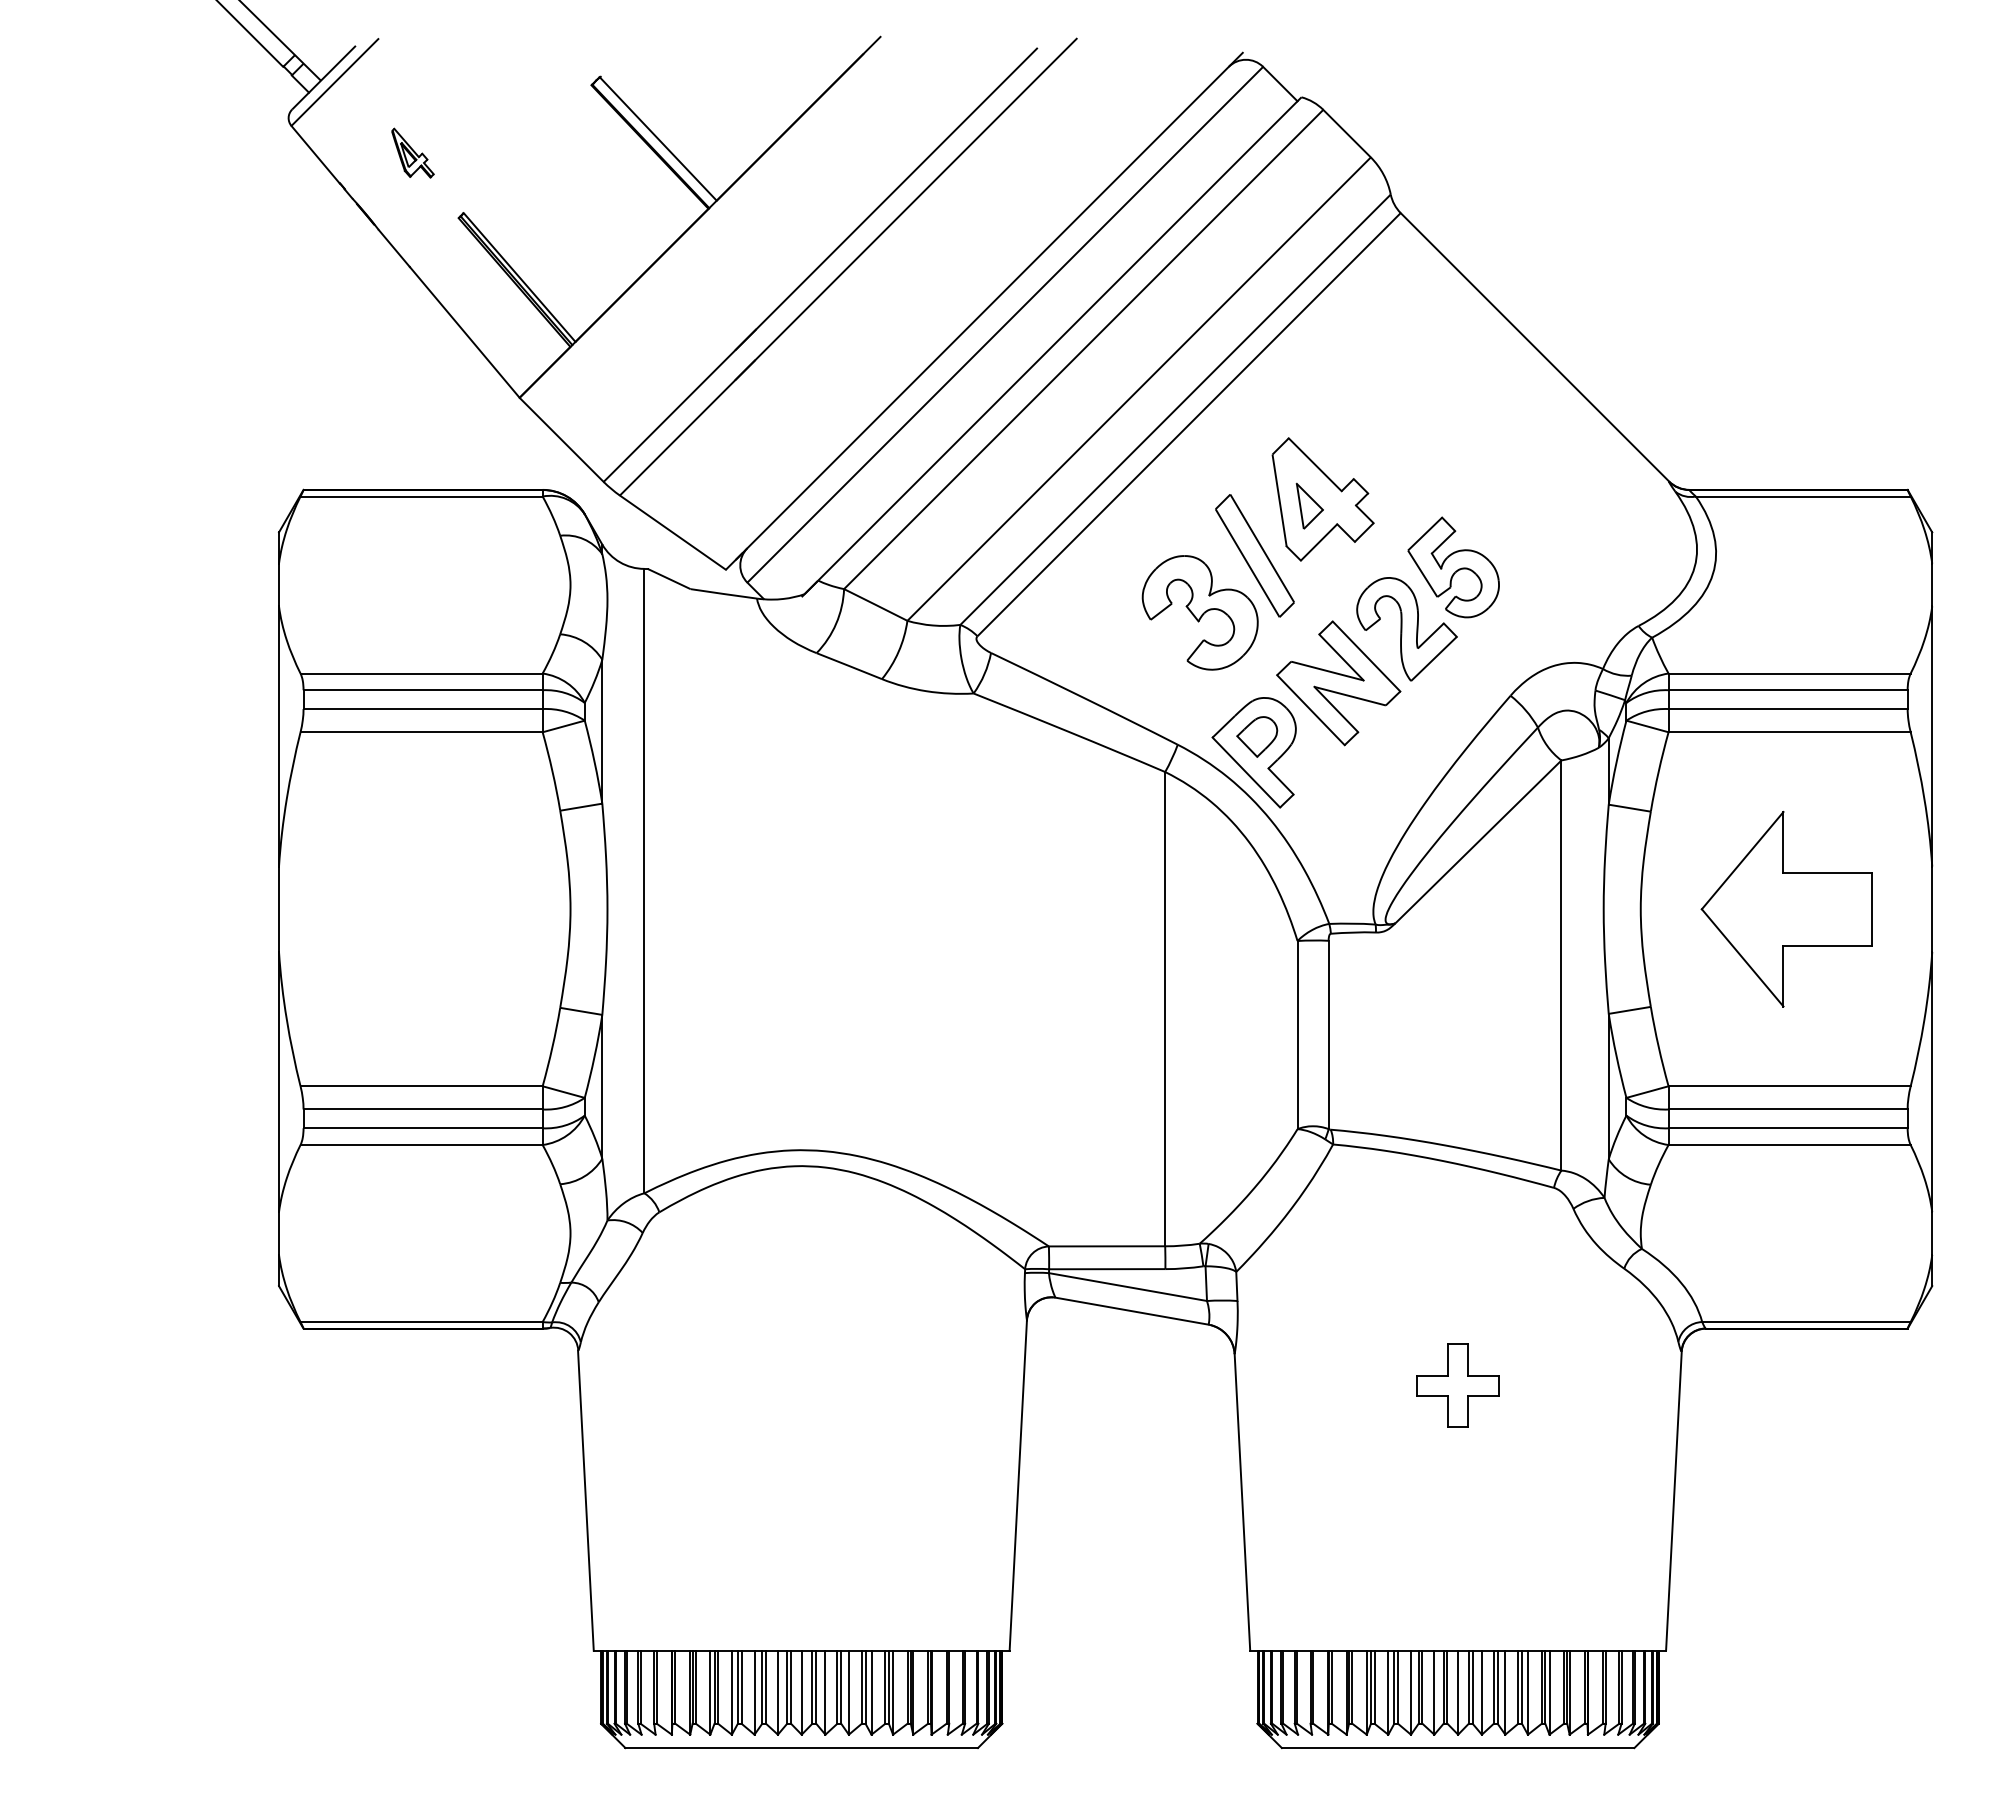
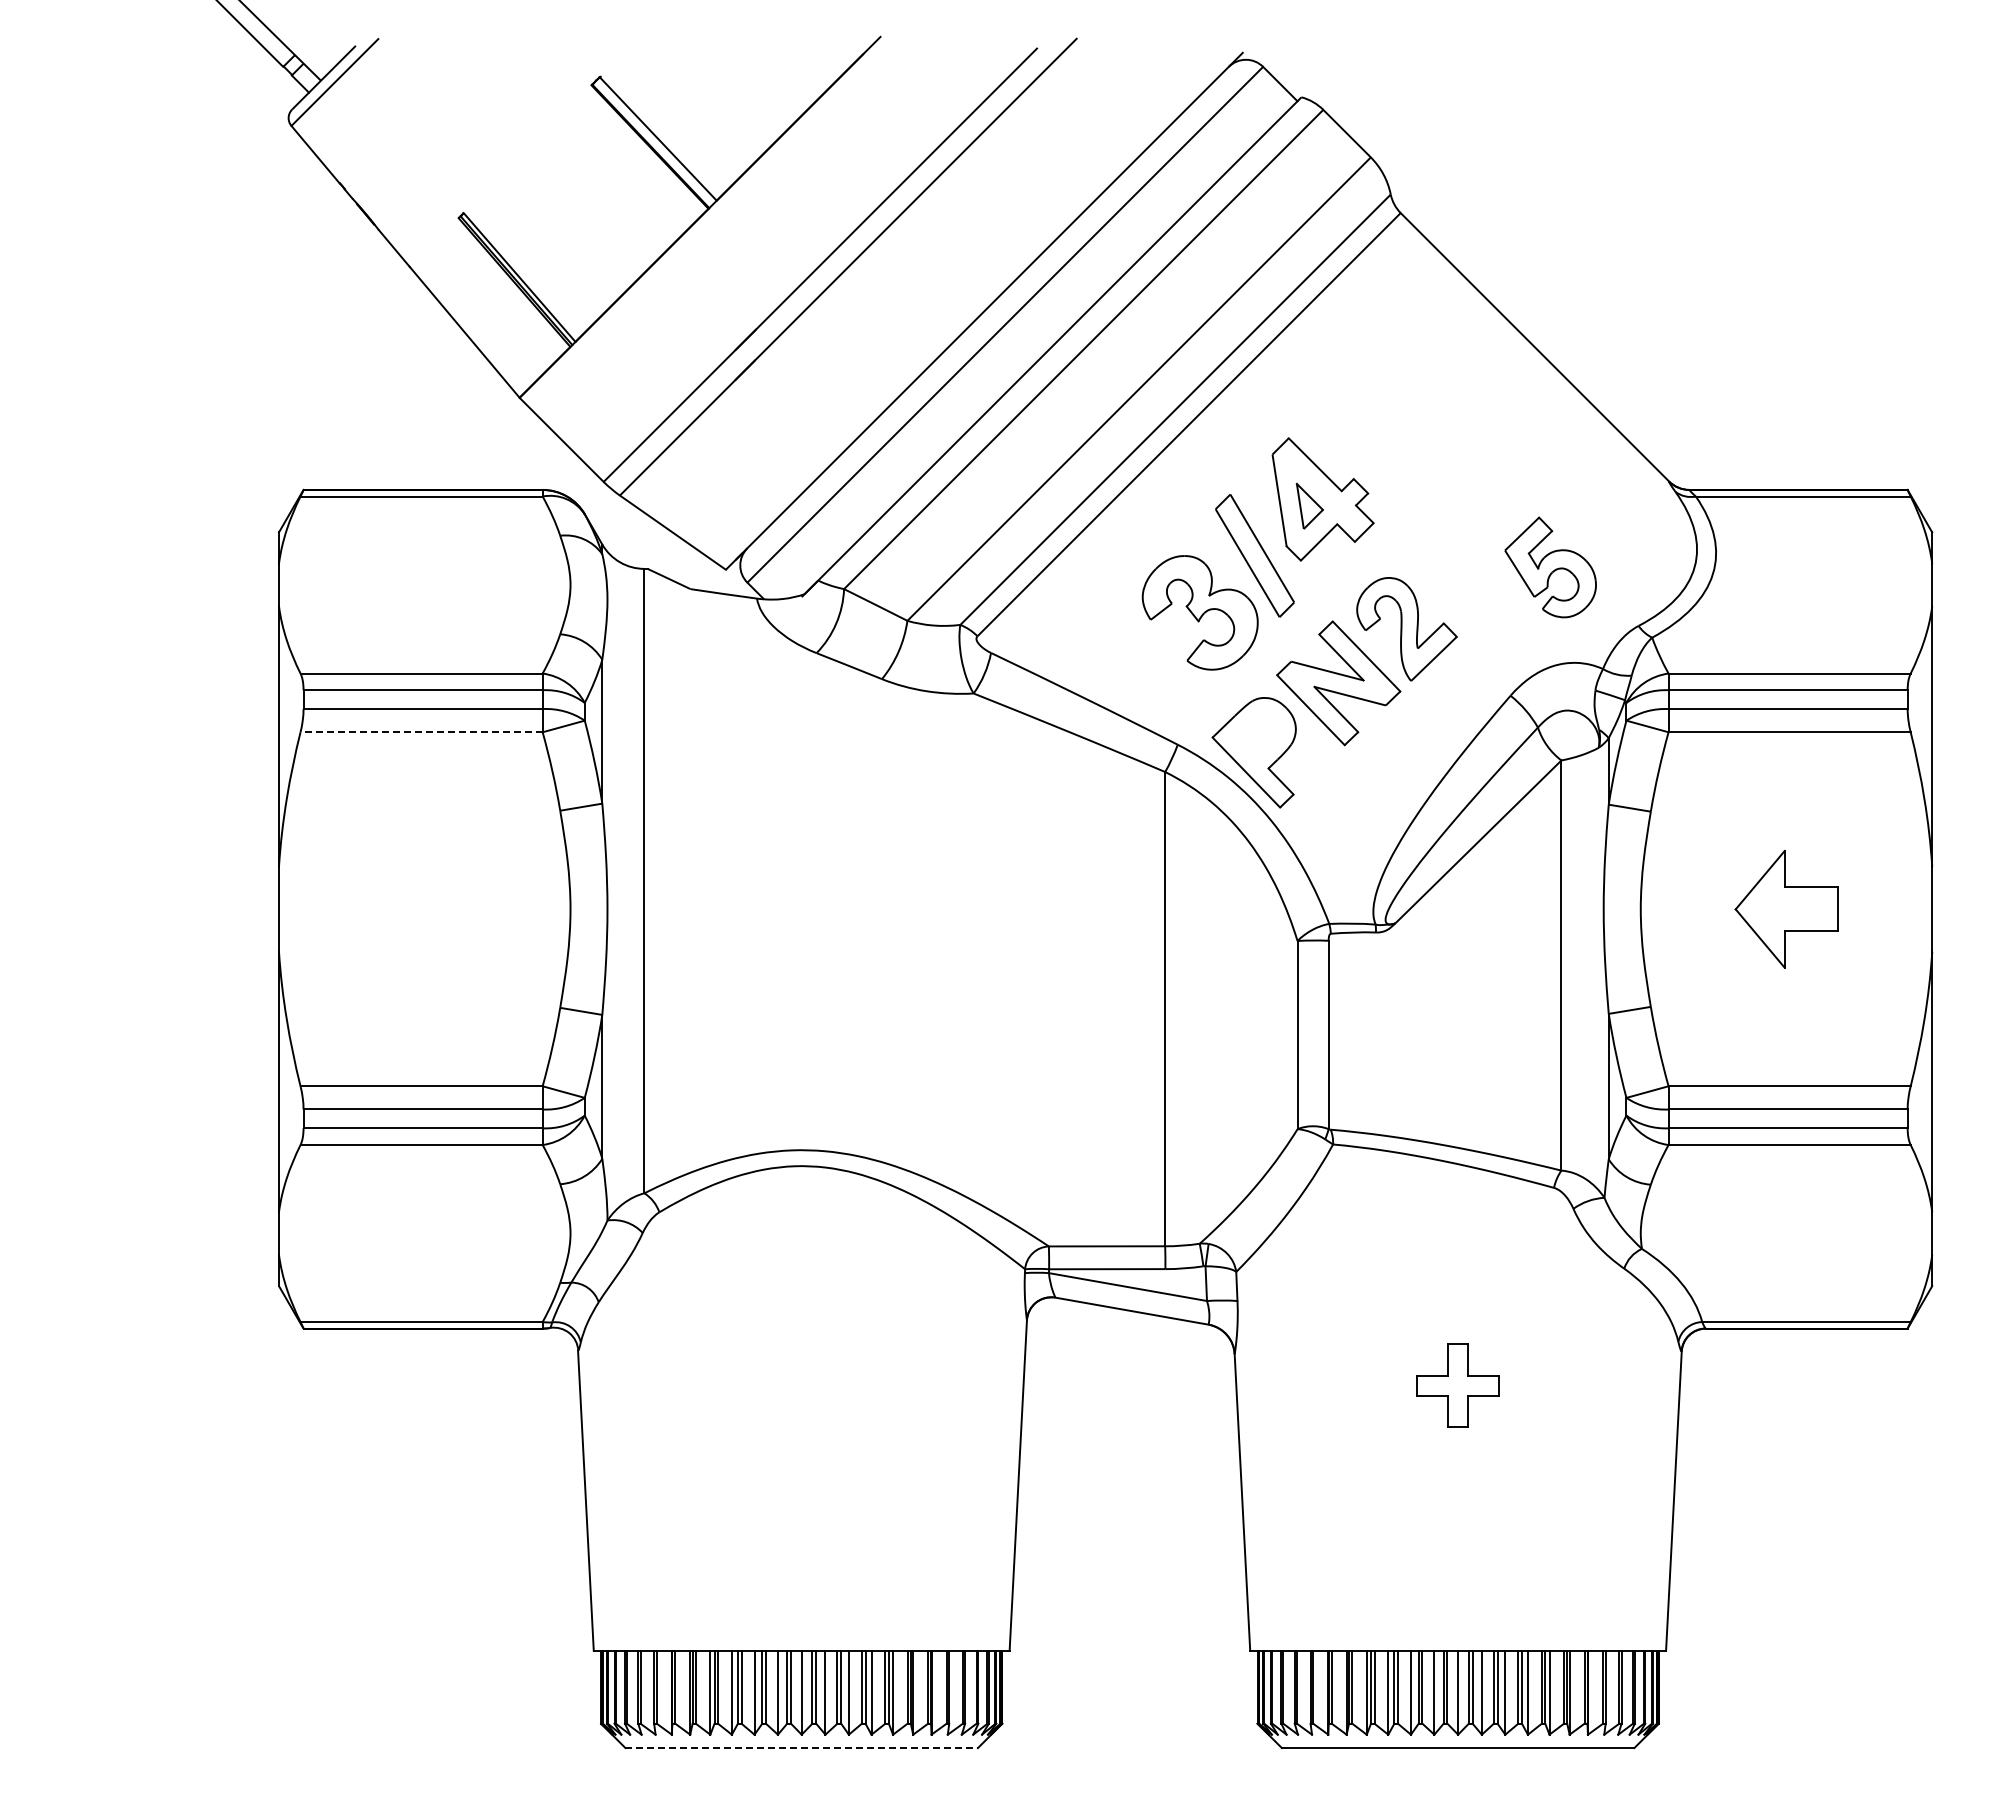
part at (412, 152): present -> none
part at (1453, 567) position: (1453, 567) -> (1550, 567)
line at (421, 732): solid -> dashed
part at (1257, 736): present -> none
part at (1786, 909) size: 173x197 px -> 105x119 px
line at (802, 1748): solid -> dashed
